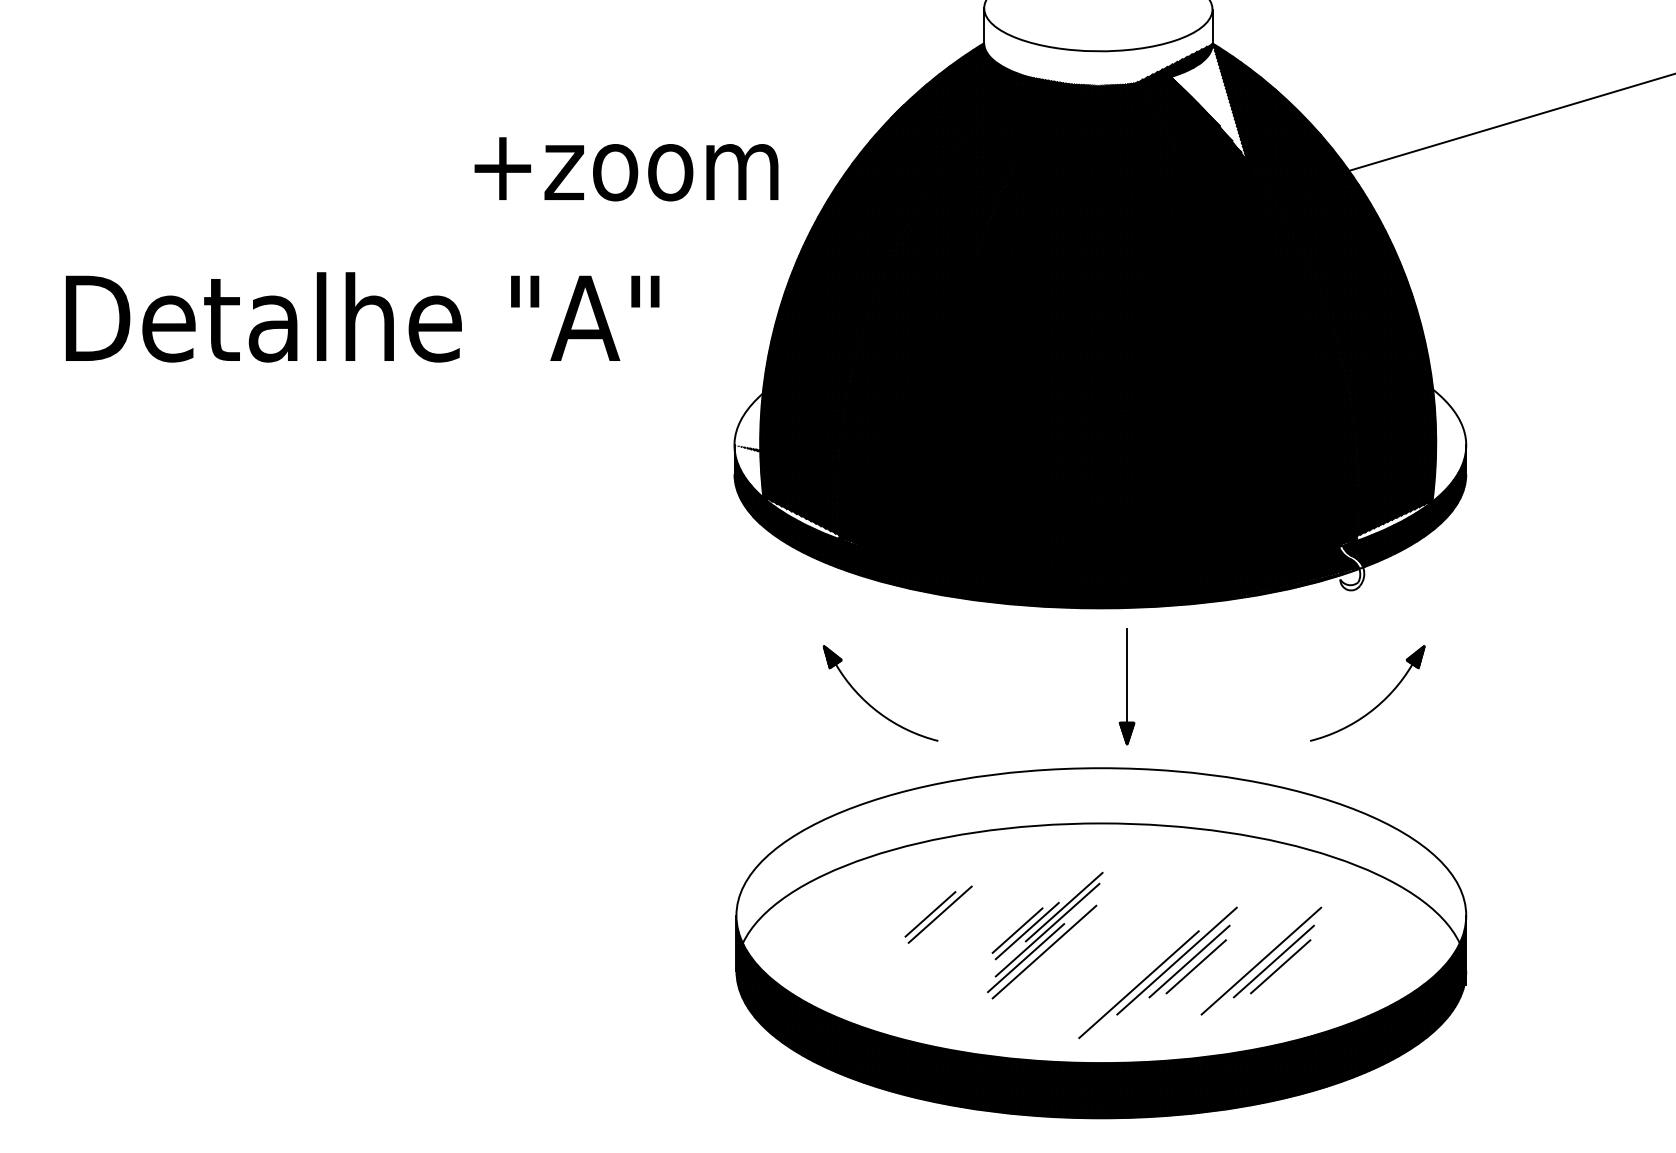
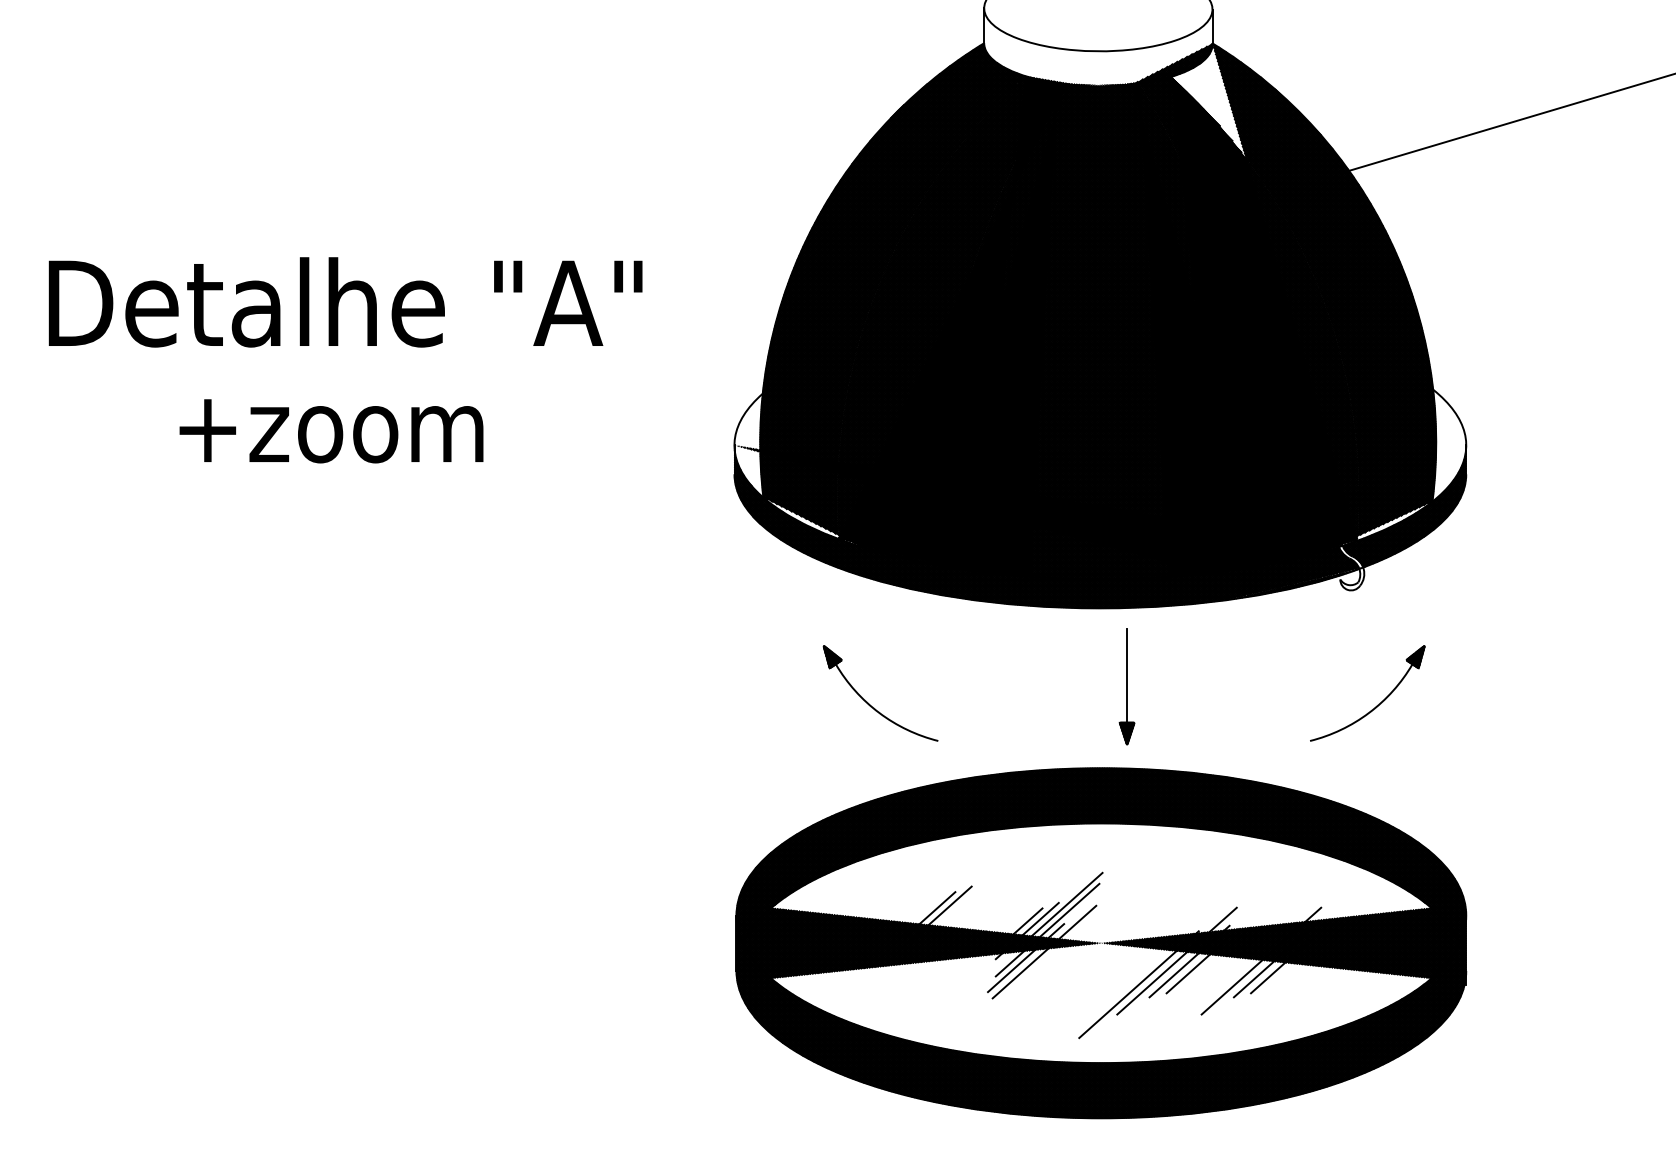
text at (626, 169) position: (626, 169) -> (331, 431)
text at (362, 317) position: (362, 317) -> (345, 302)
hatch at (1101, 873): none -> present
